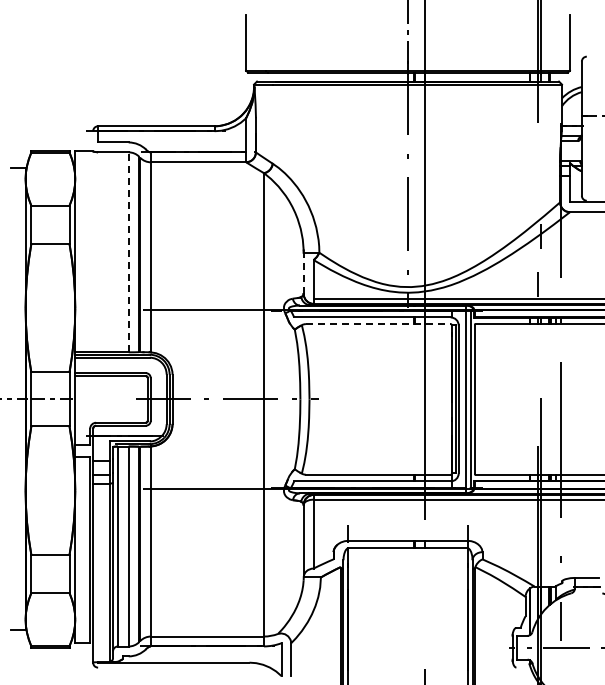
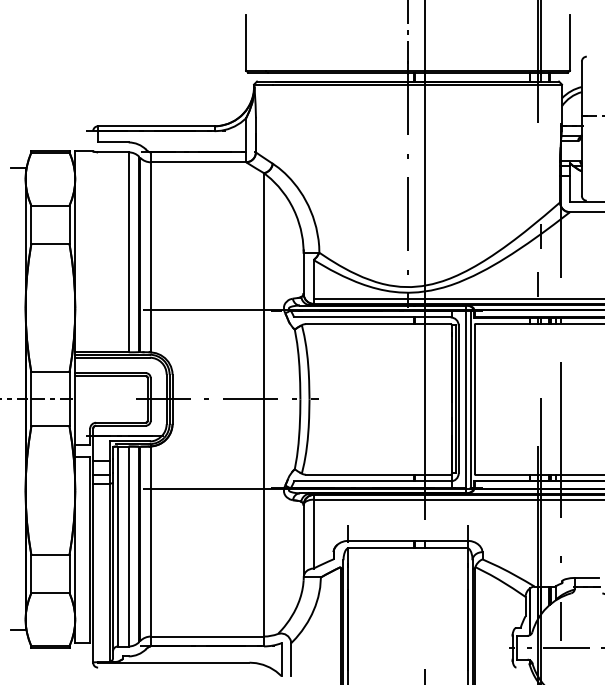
line at (128, 252): dashed -> solid
line at (303, 273): dashed -> solid
line at (378, 324): dashed -> solid
